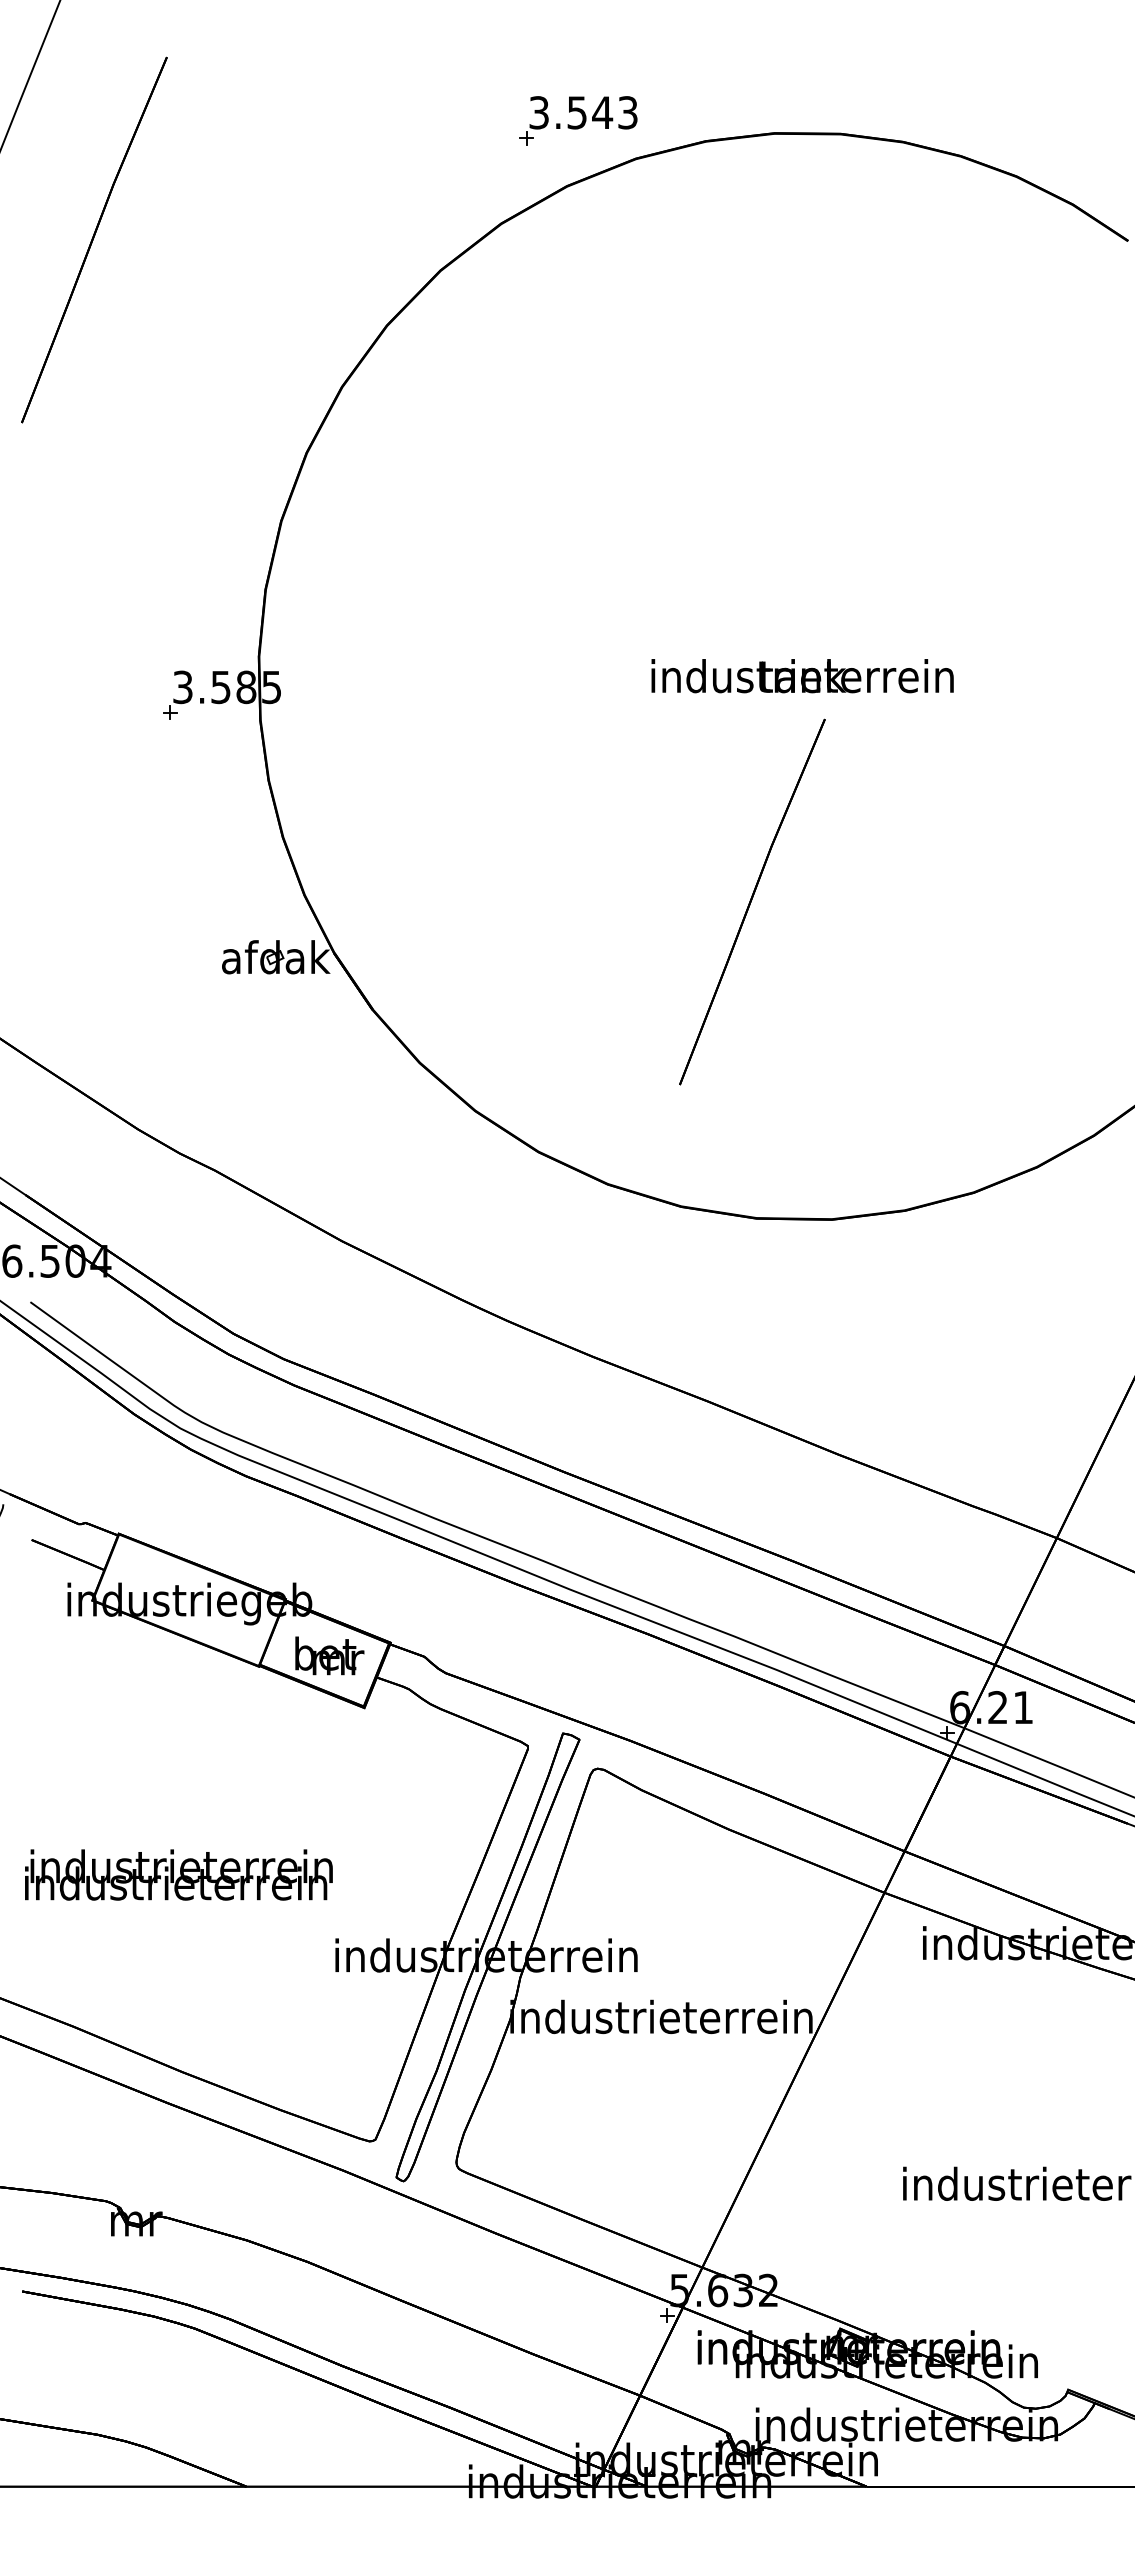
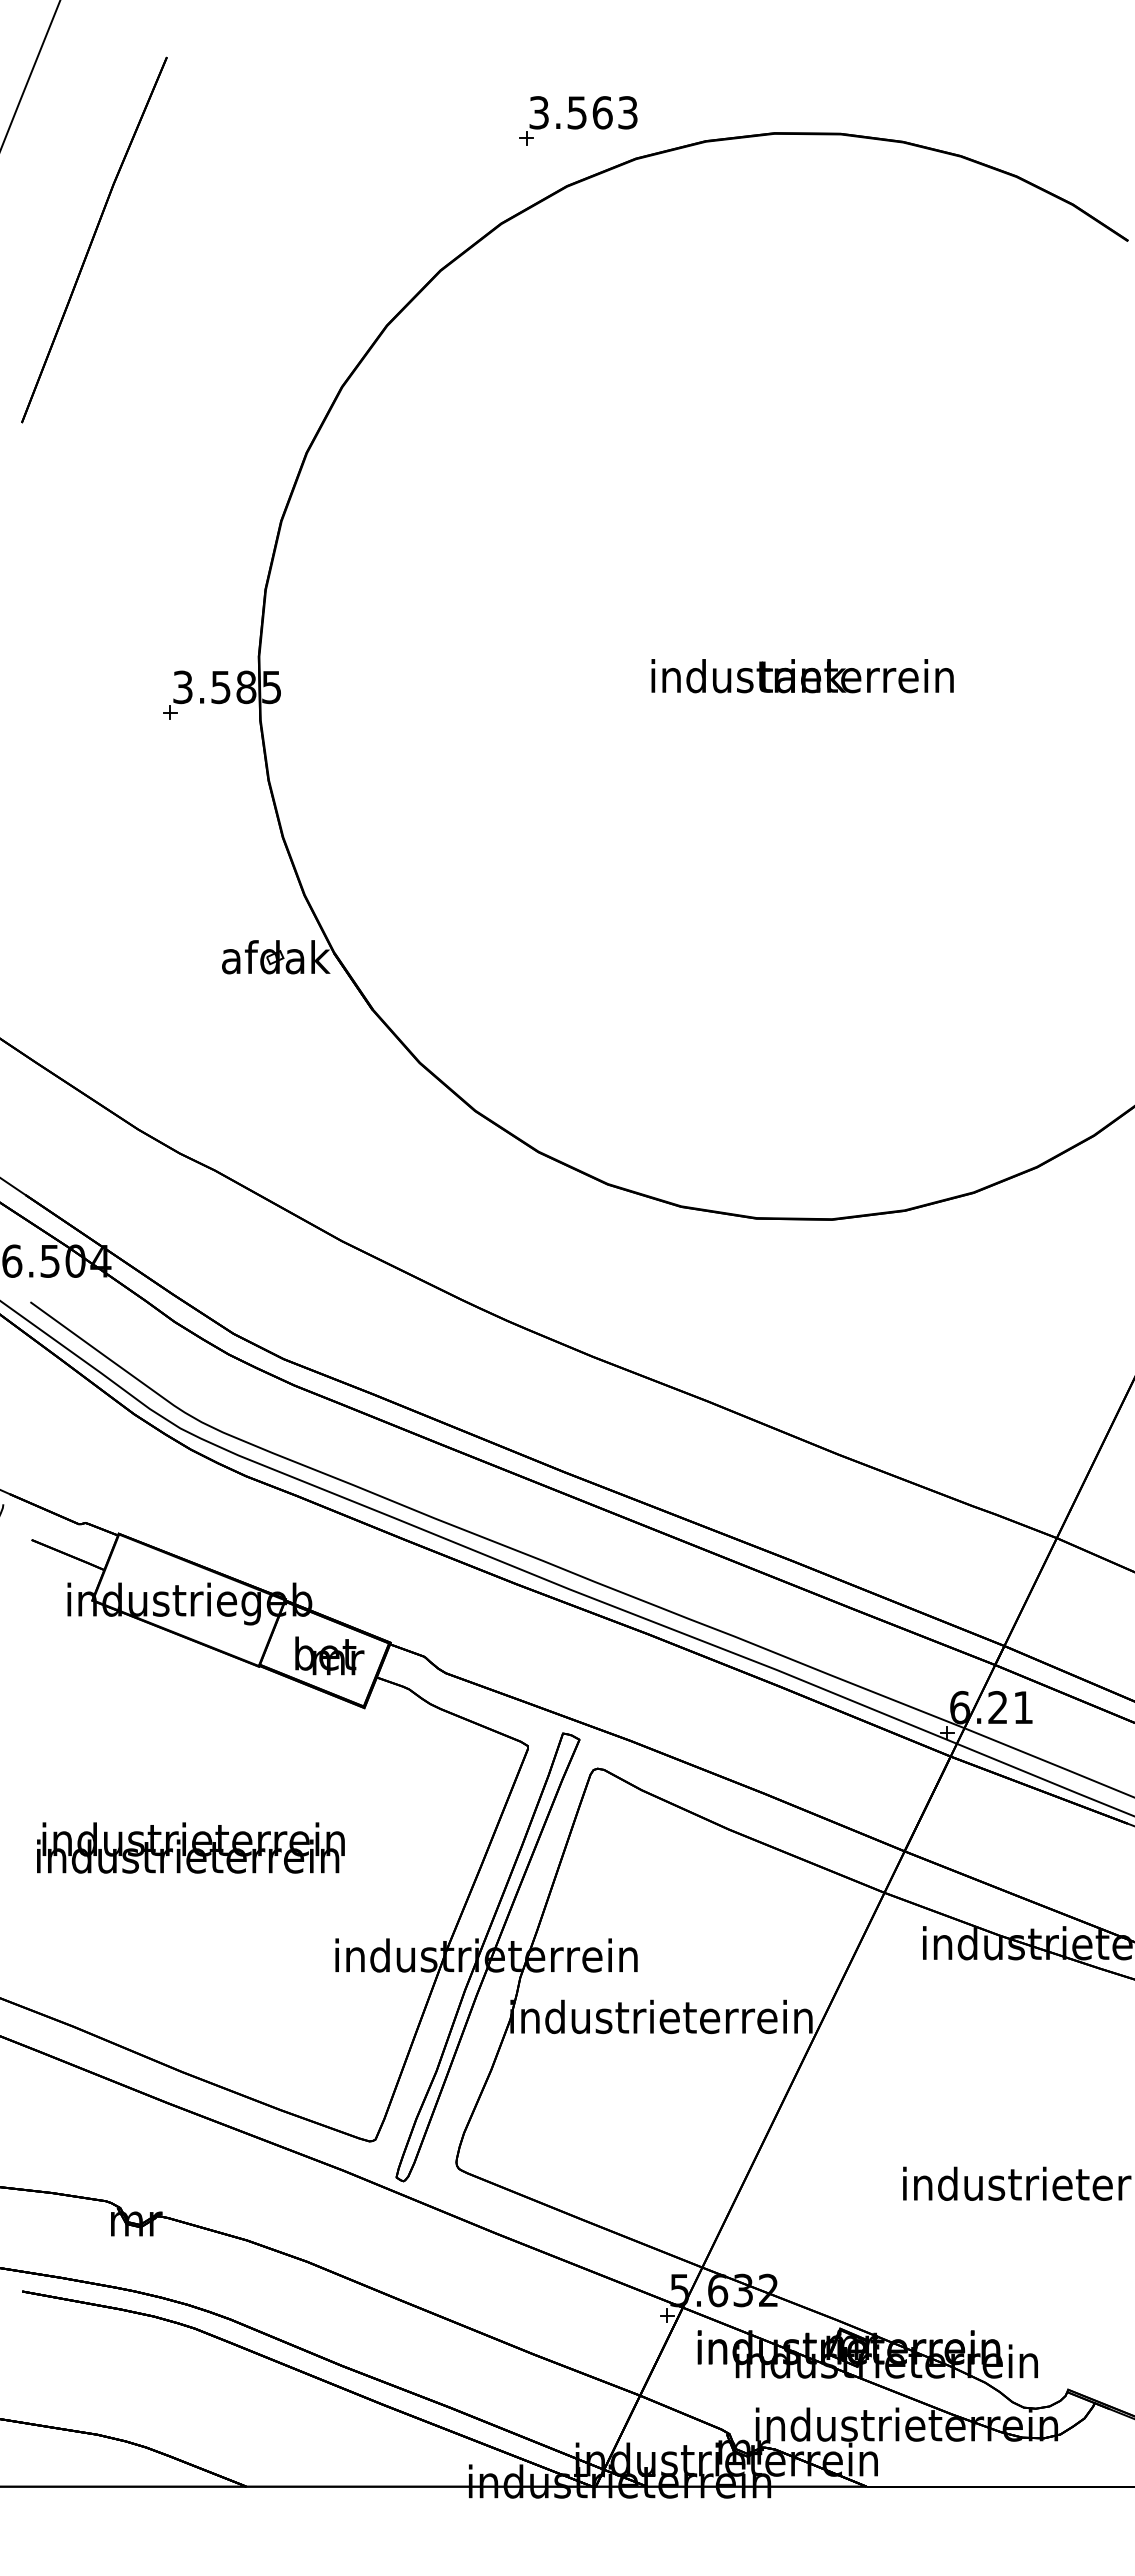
text at (602, 112): 3.543 -> 3.563
part at (752, 901): present -> none
text at (178, 1874) position: (178, 1874) -> (190, 1847)
